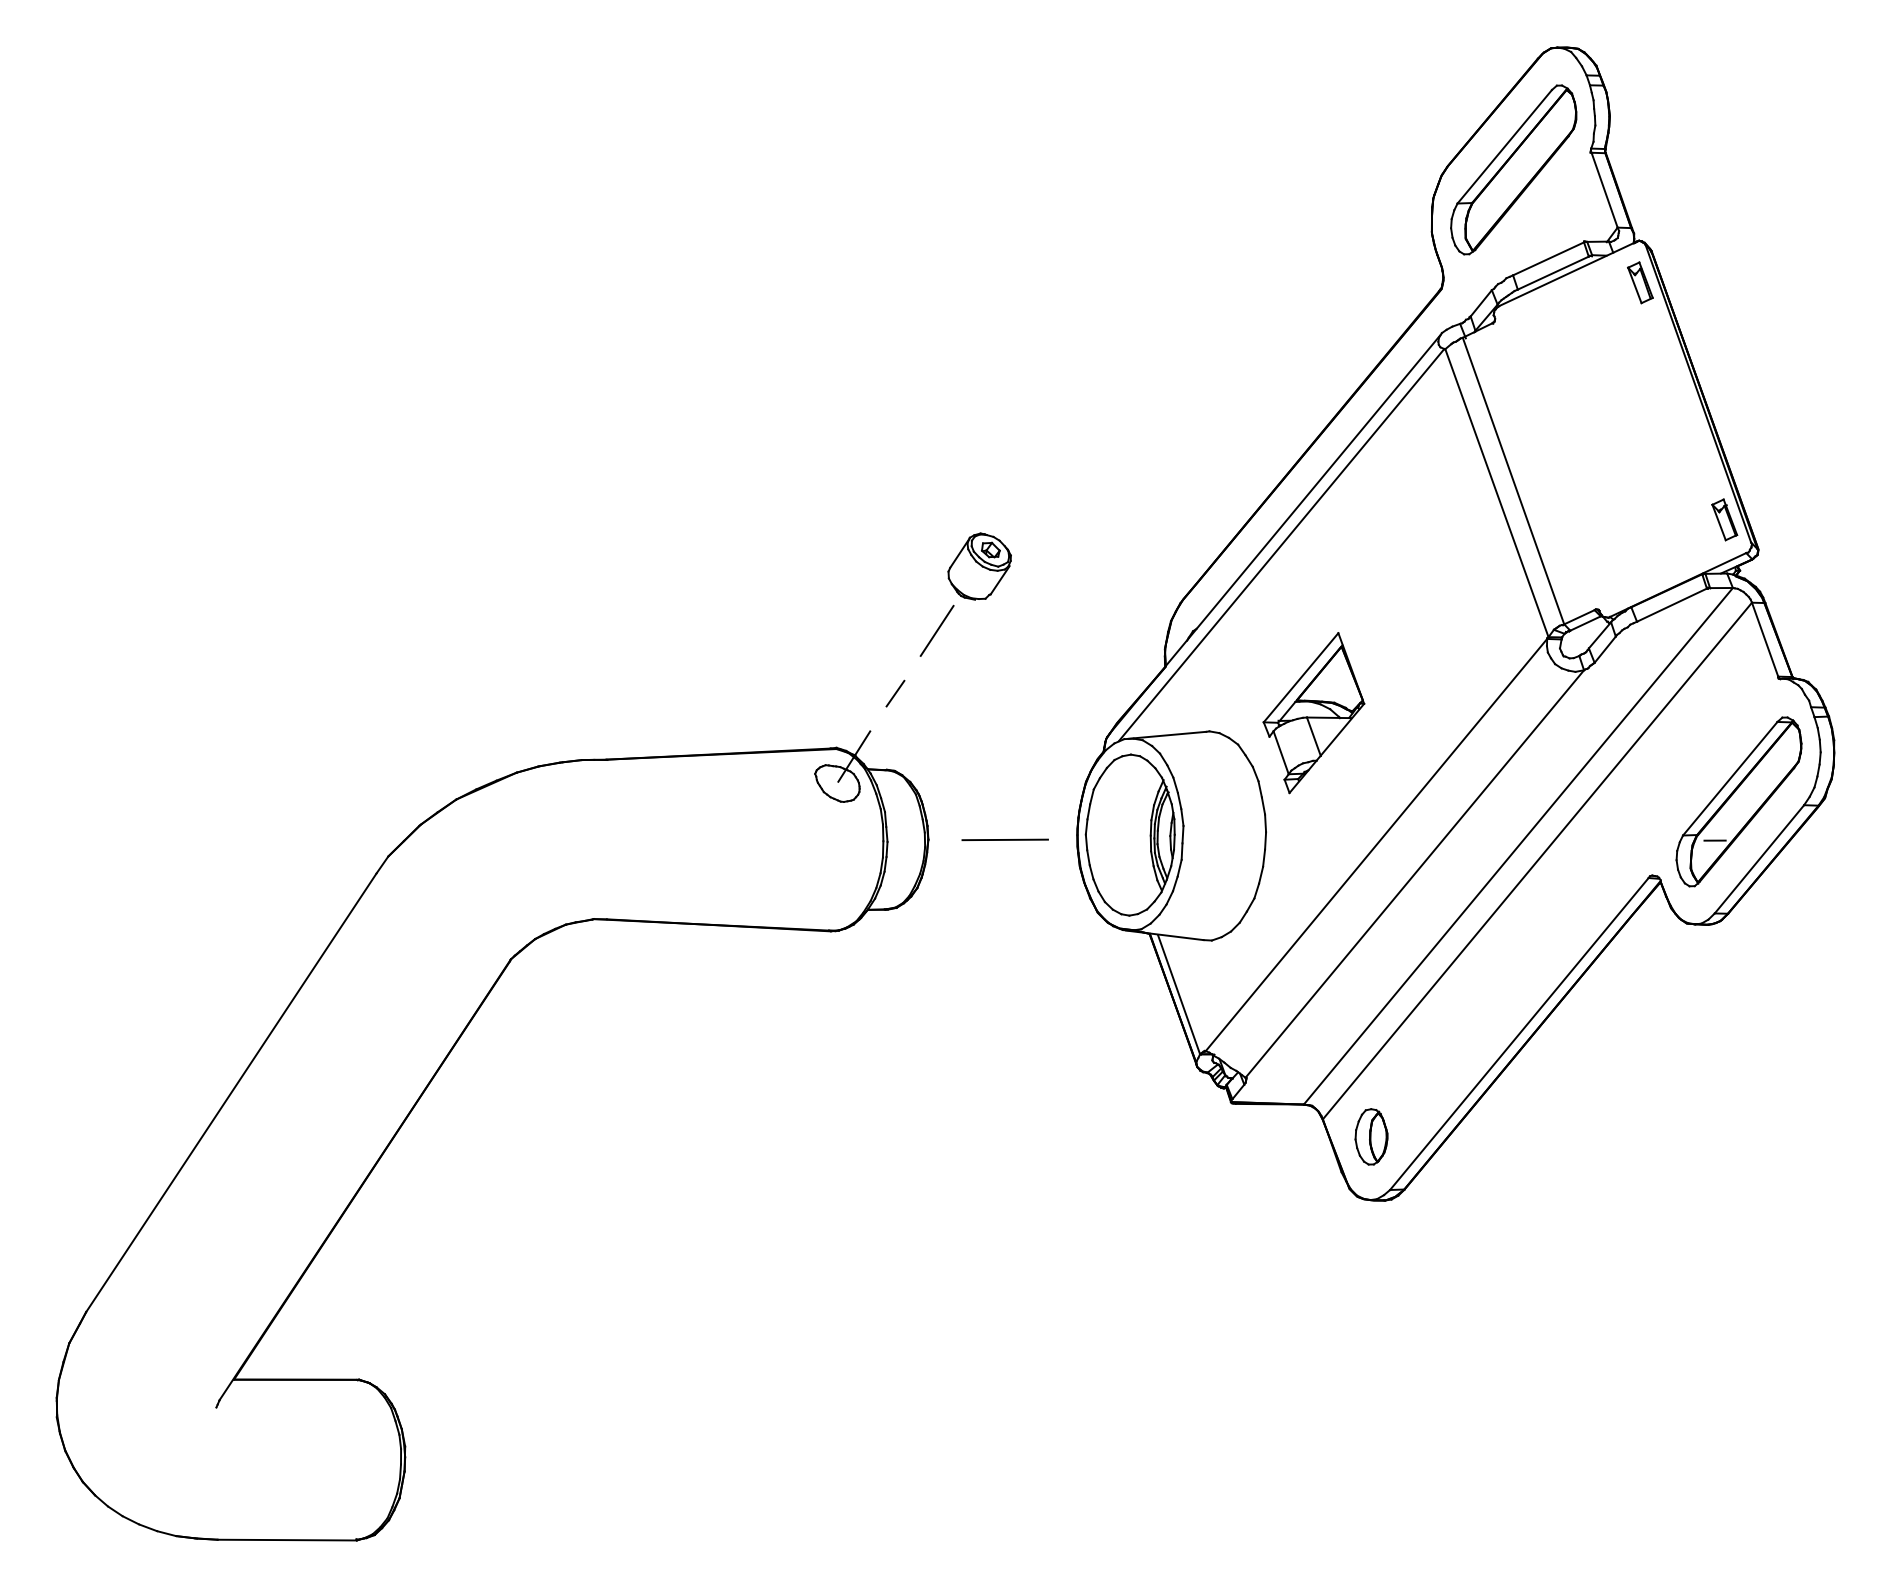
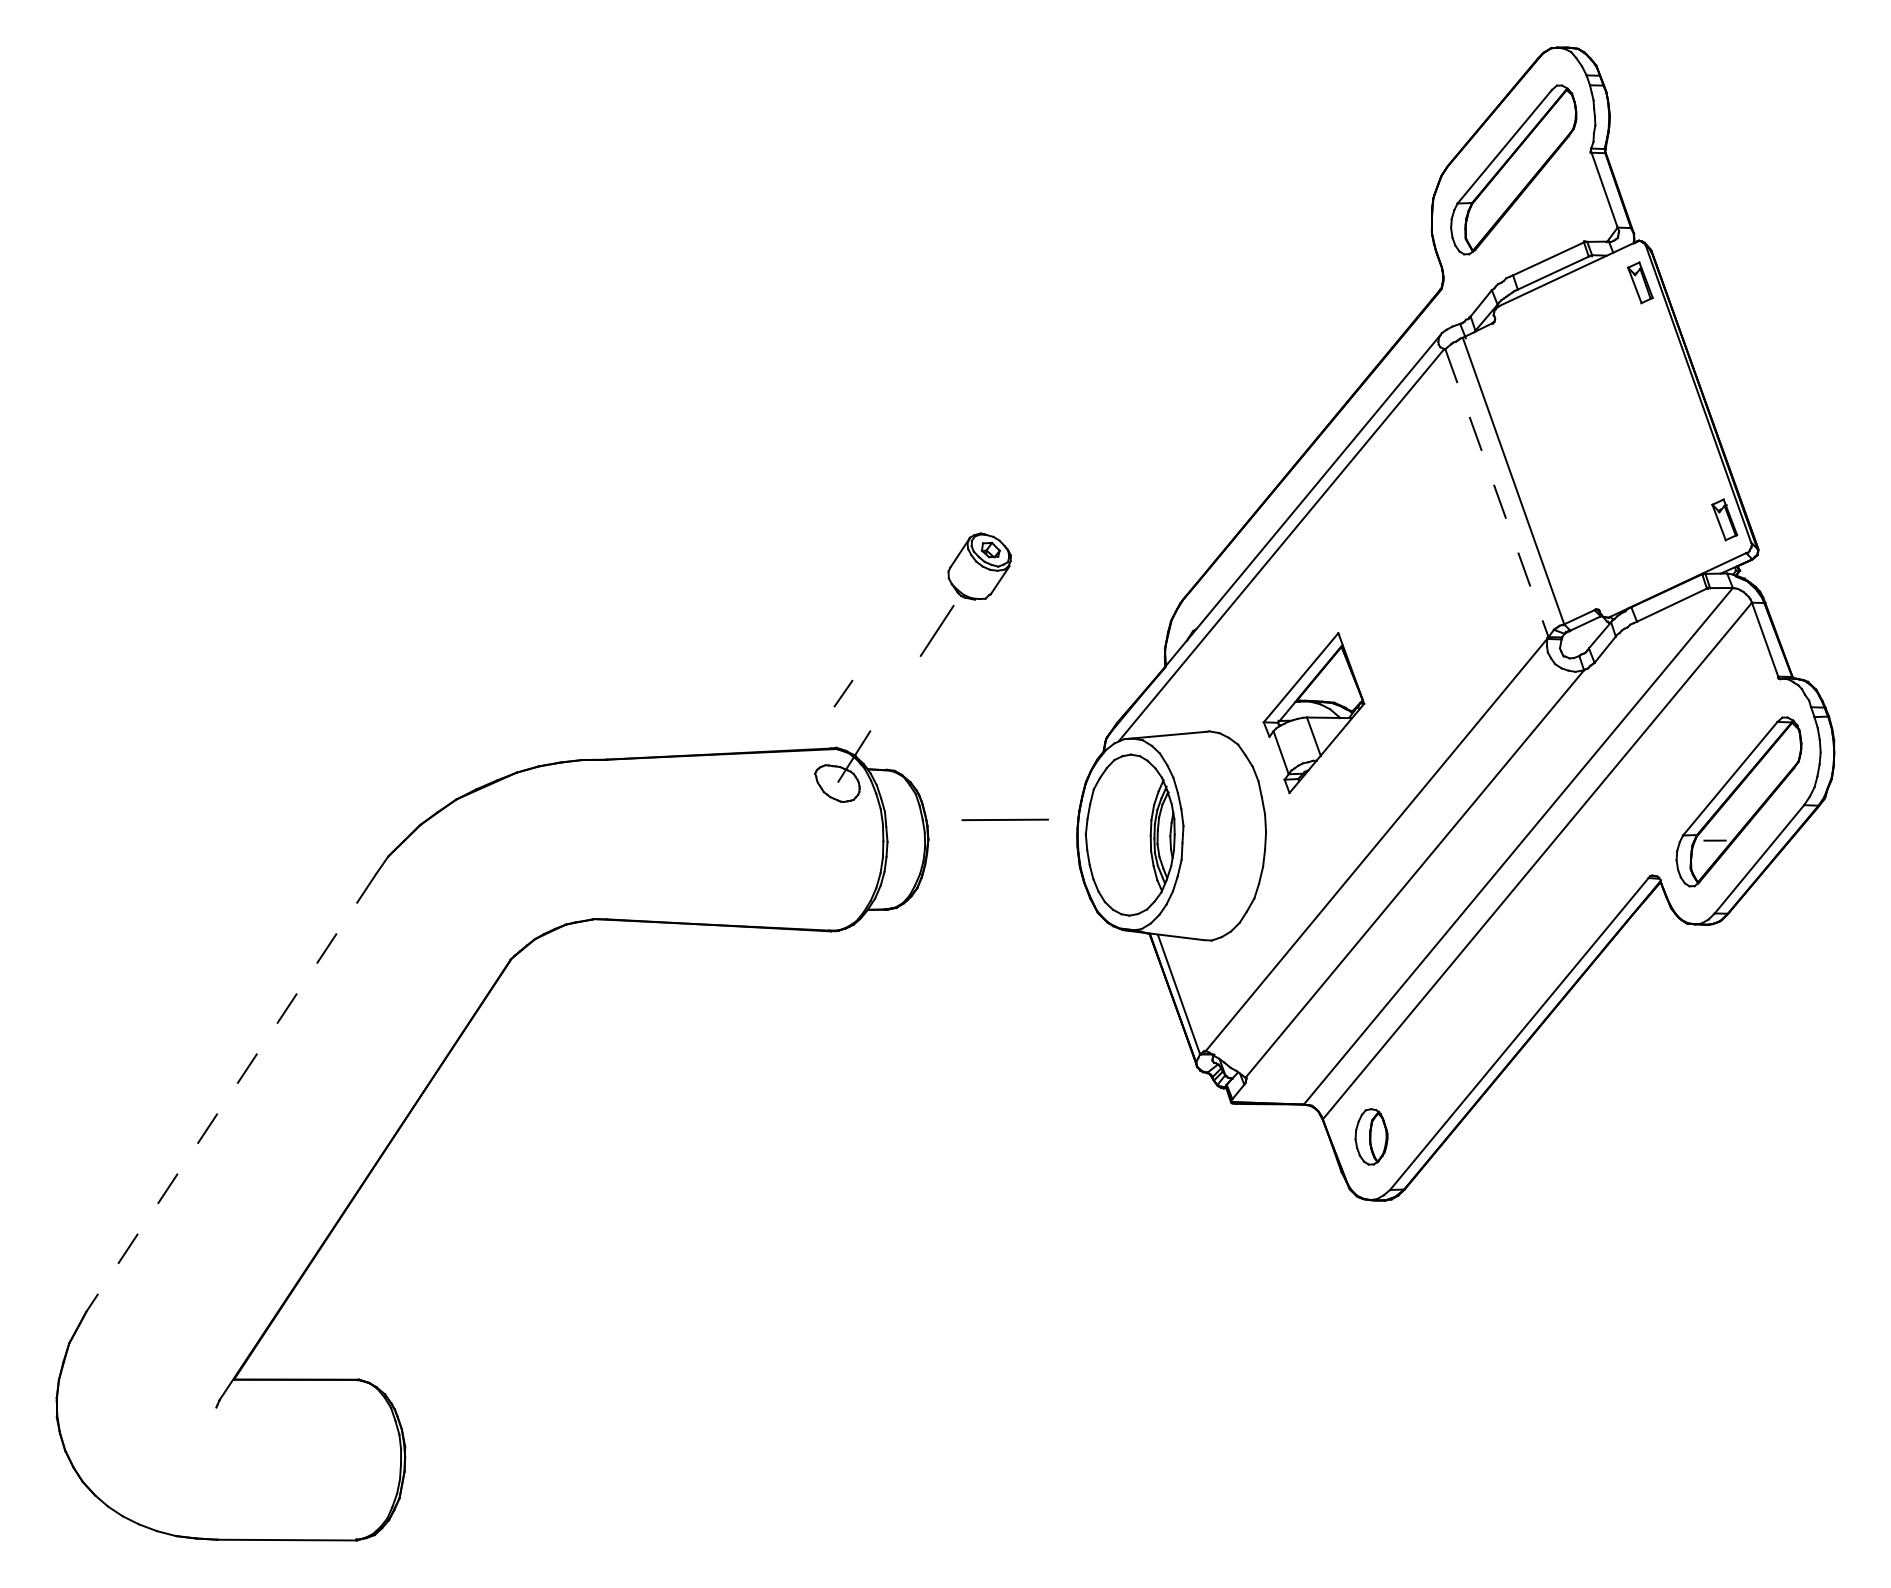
line at (1496, 493): solid -> dashed
line at (895, 693) position: (895, 693) -> (843, 693)
line at (1004, 839) position: (1004, 839) -> (1004, 819)
line at (231, 1093): solid -> dashed
